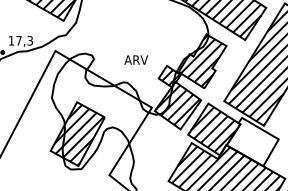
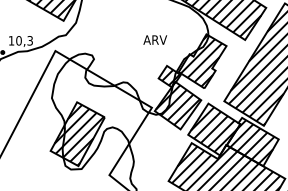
text at (18, 40): 17,3 -> 10,3
text at (136, 59) position: (136, 59) -> (155, 39)
hatch at (252, 141): none -> present
